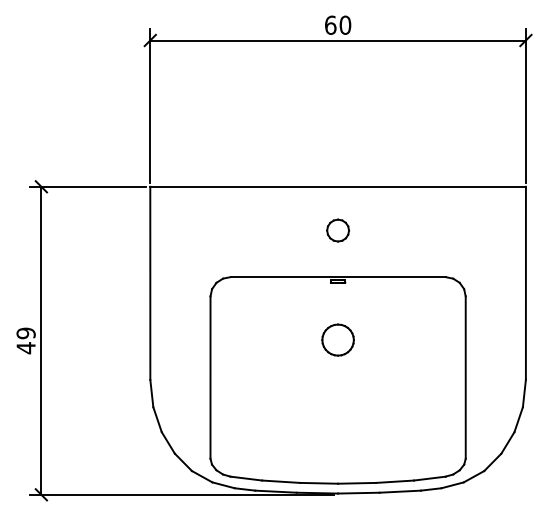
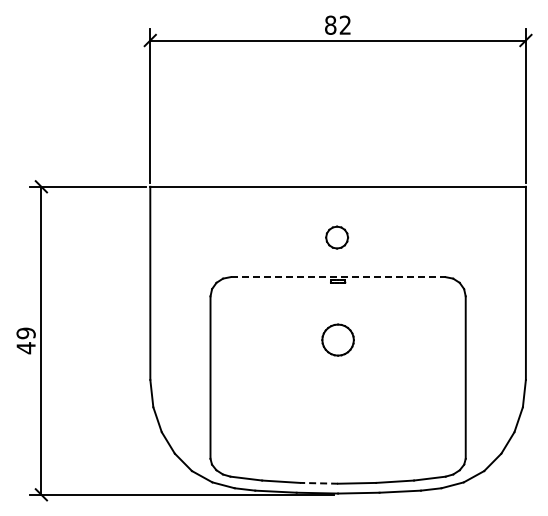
text at (338, 24): 60 -> 82
part at (338, 230) position: (338, 230) -> (337, 237)
line at (338, 277): solid -> dashed
line at (319, 483): solid -> dashed
